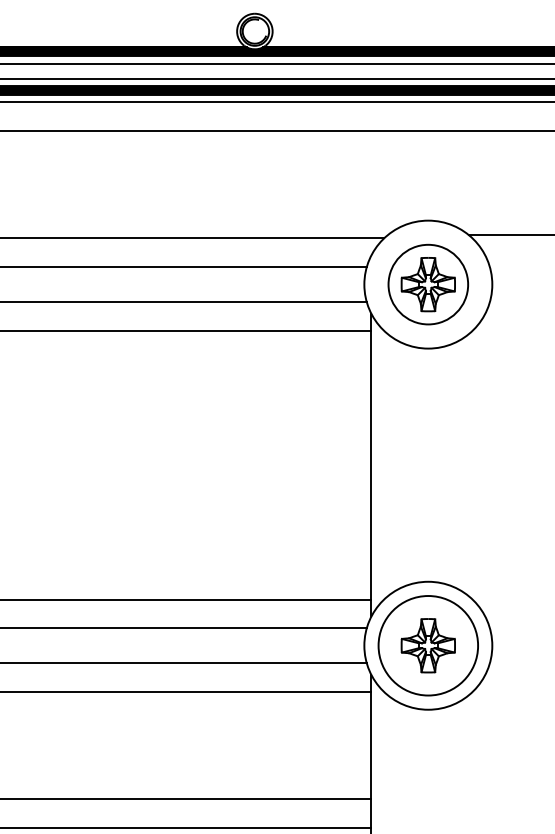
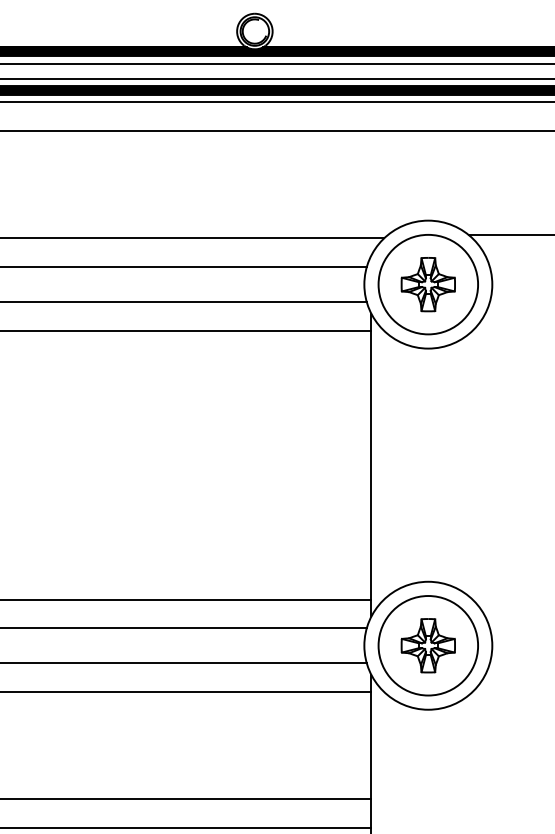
circle at (428, 284) diameter: 80 px -> 100 px
